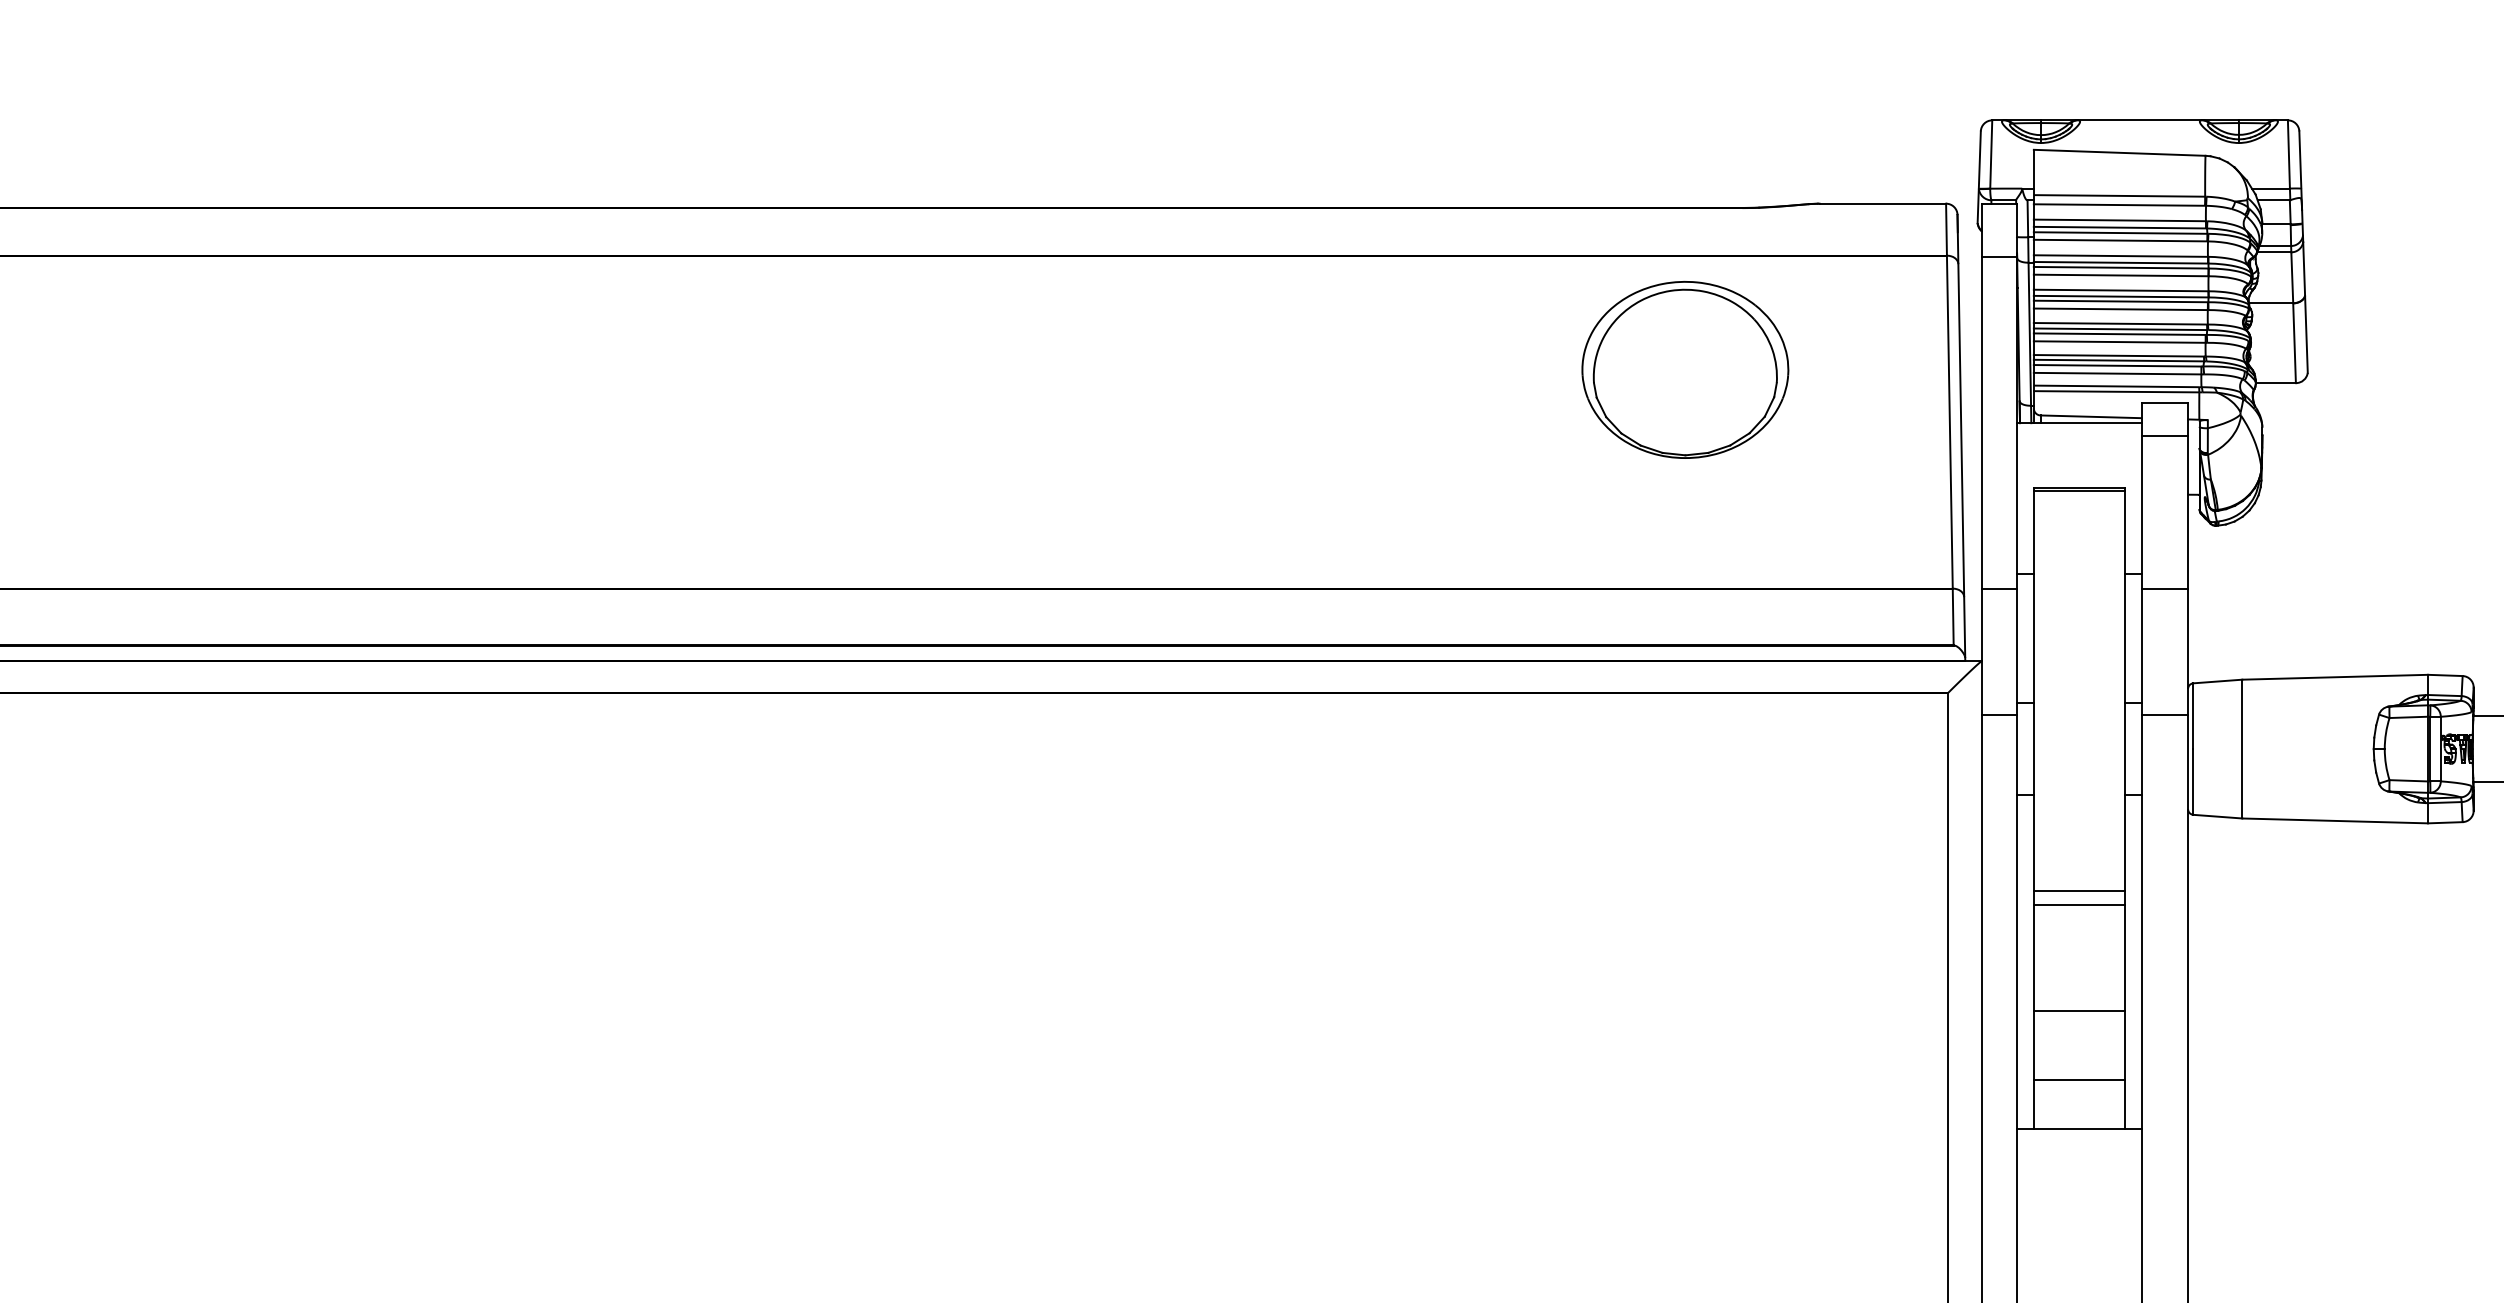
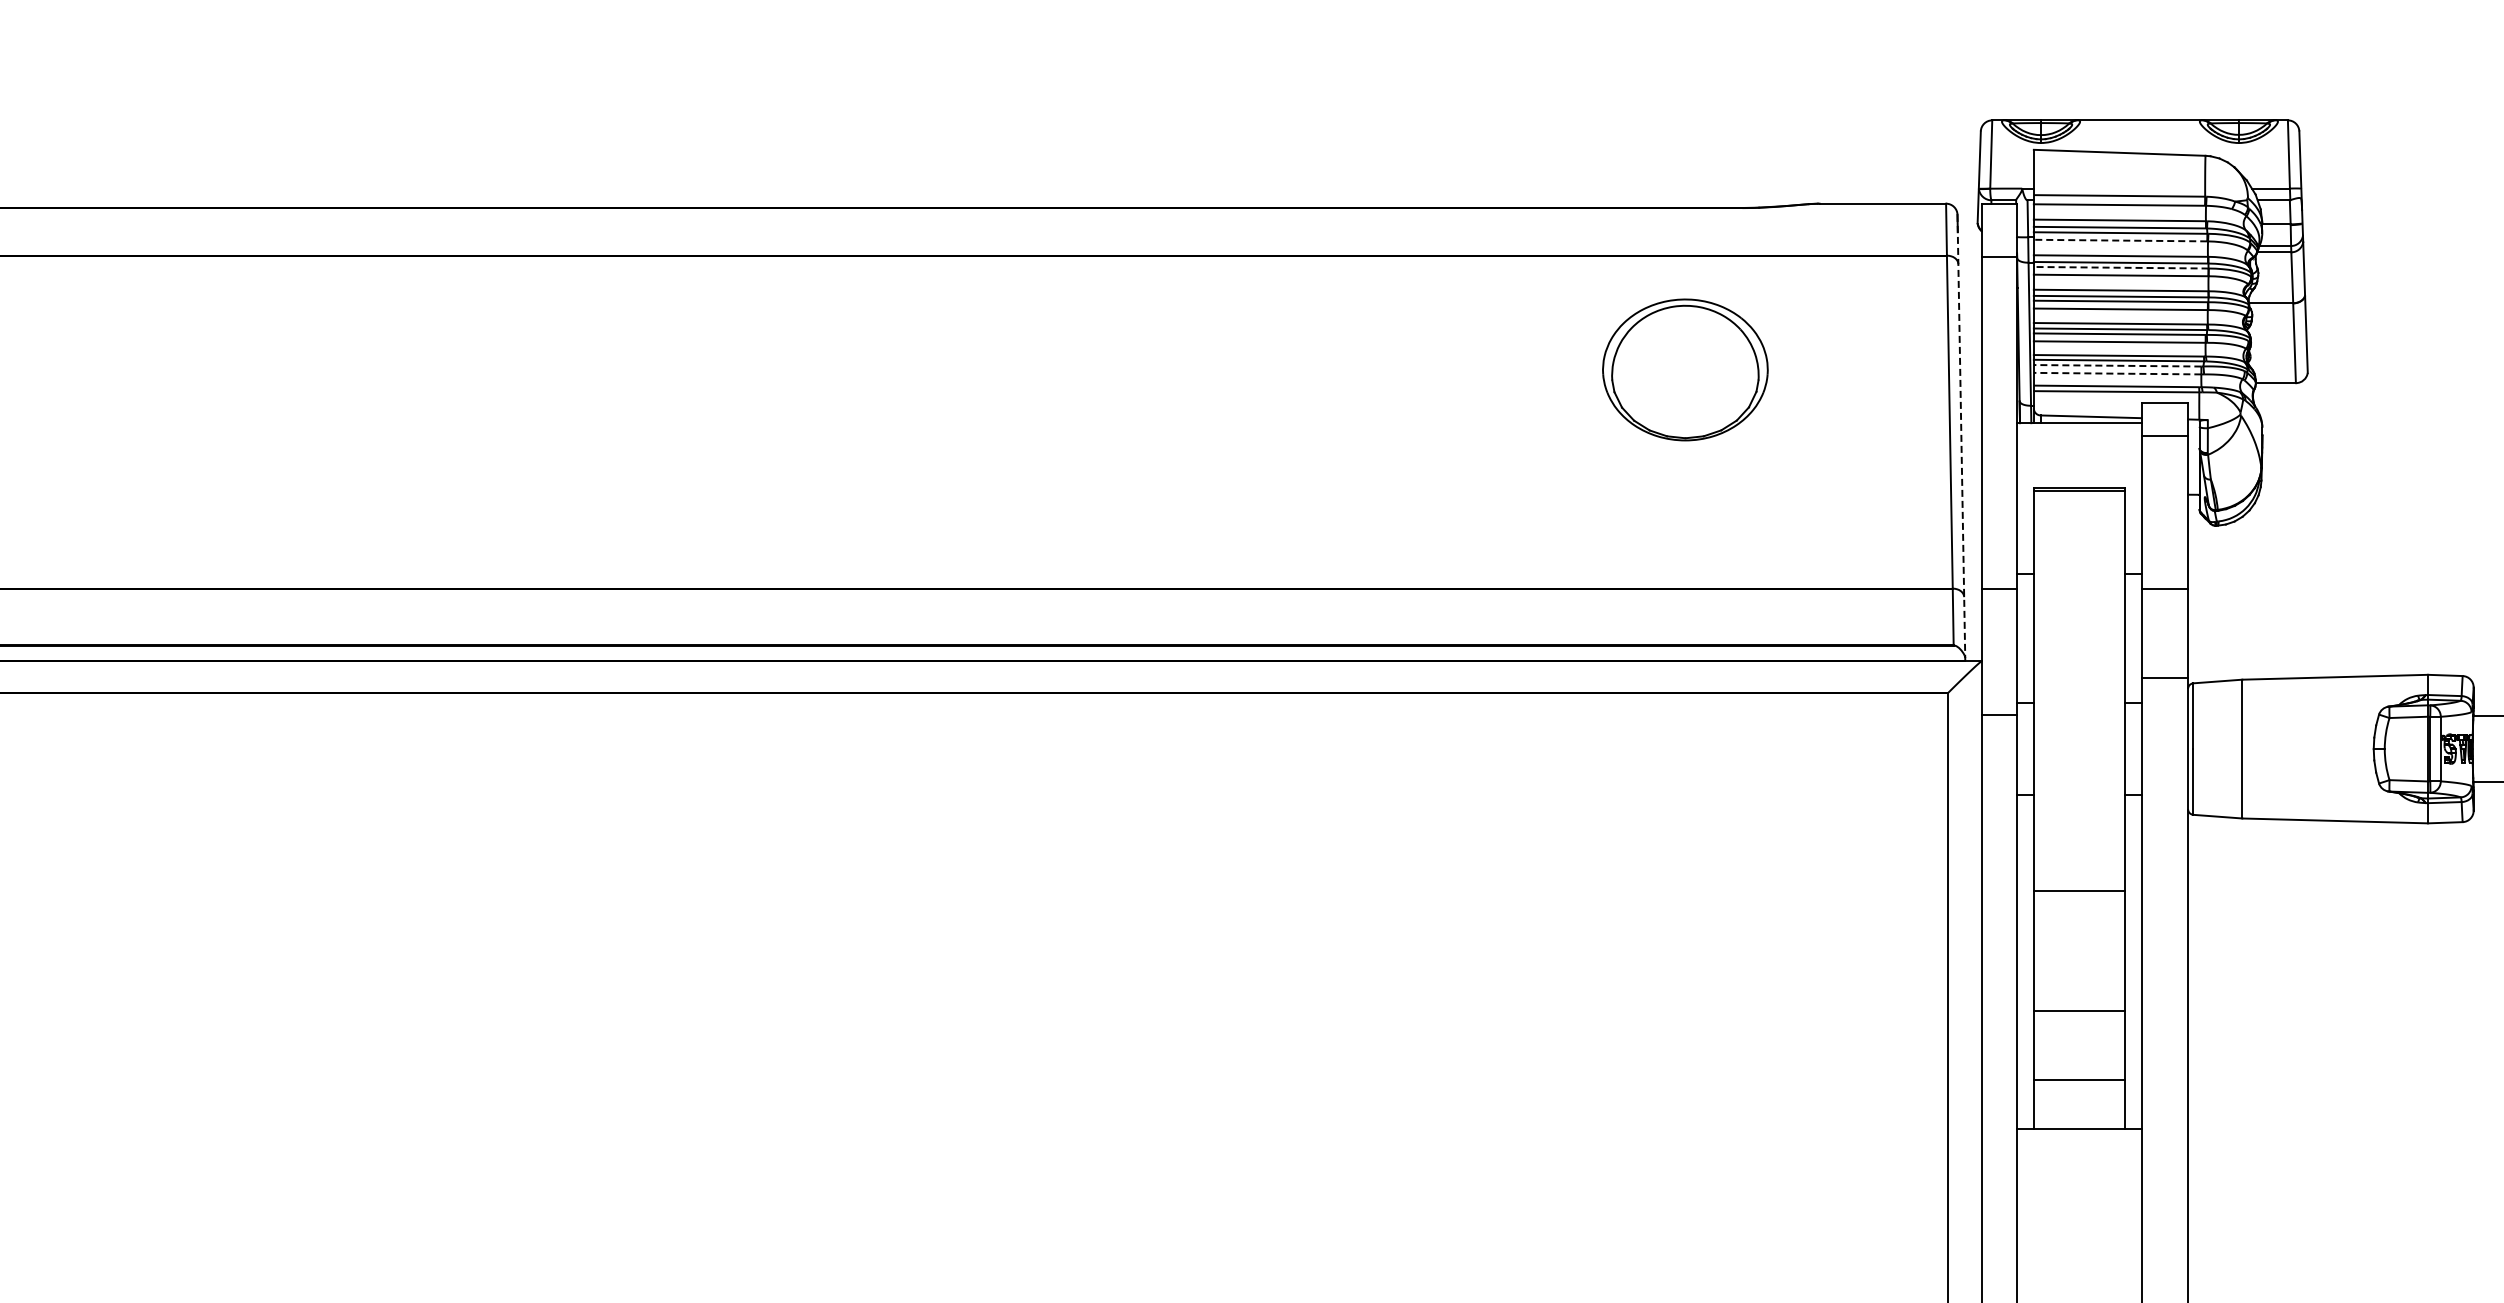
line at (2120, 240): solid -> dashed
line at (2120, 267): solid -> dashed
line at (2117, 365): solid -> dashed
part at (1685, 369) size: 209x178 px -> 167x144 px
line at (2117, 373): solid -> dashed
line at (1961, 437): solid -> dashed
line at (2165, 715) position: (2165, 715) -> (2165, 678)
line at (2079, 905): present -> none
